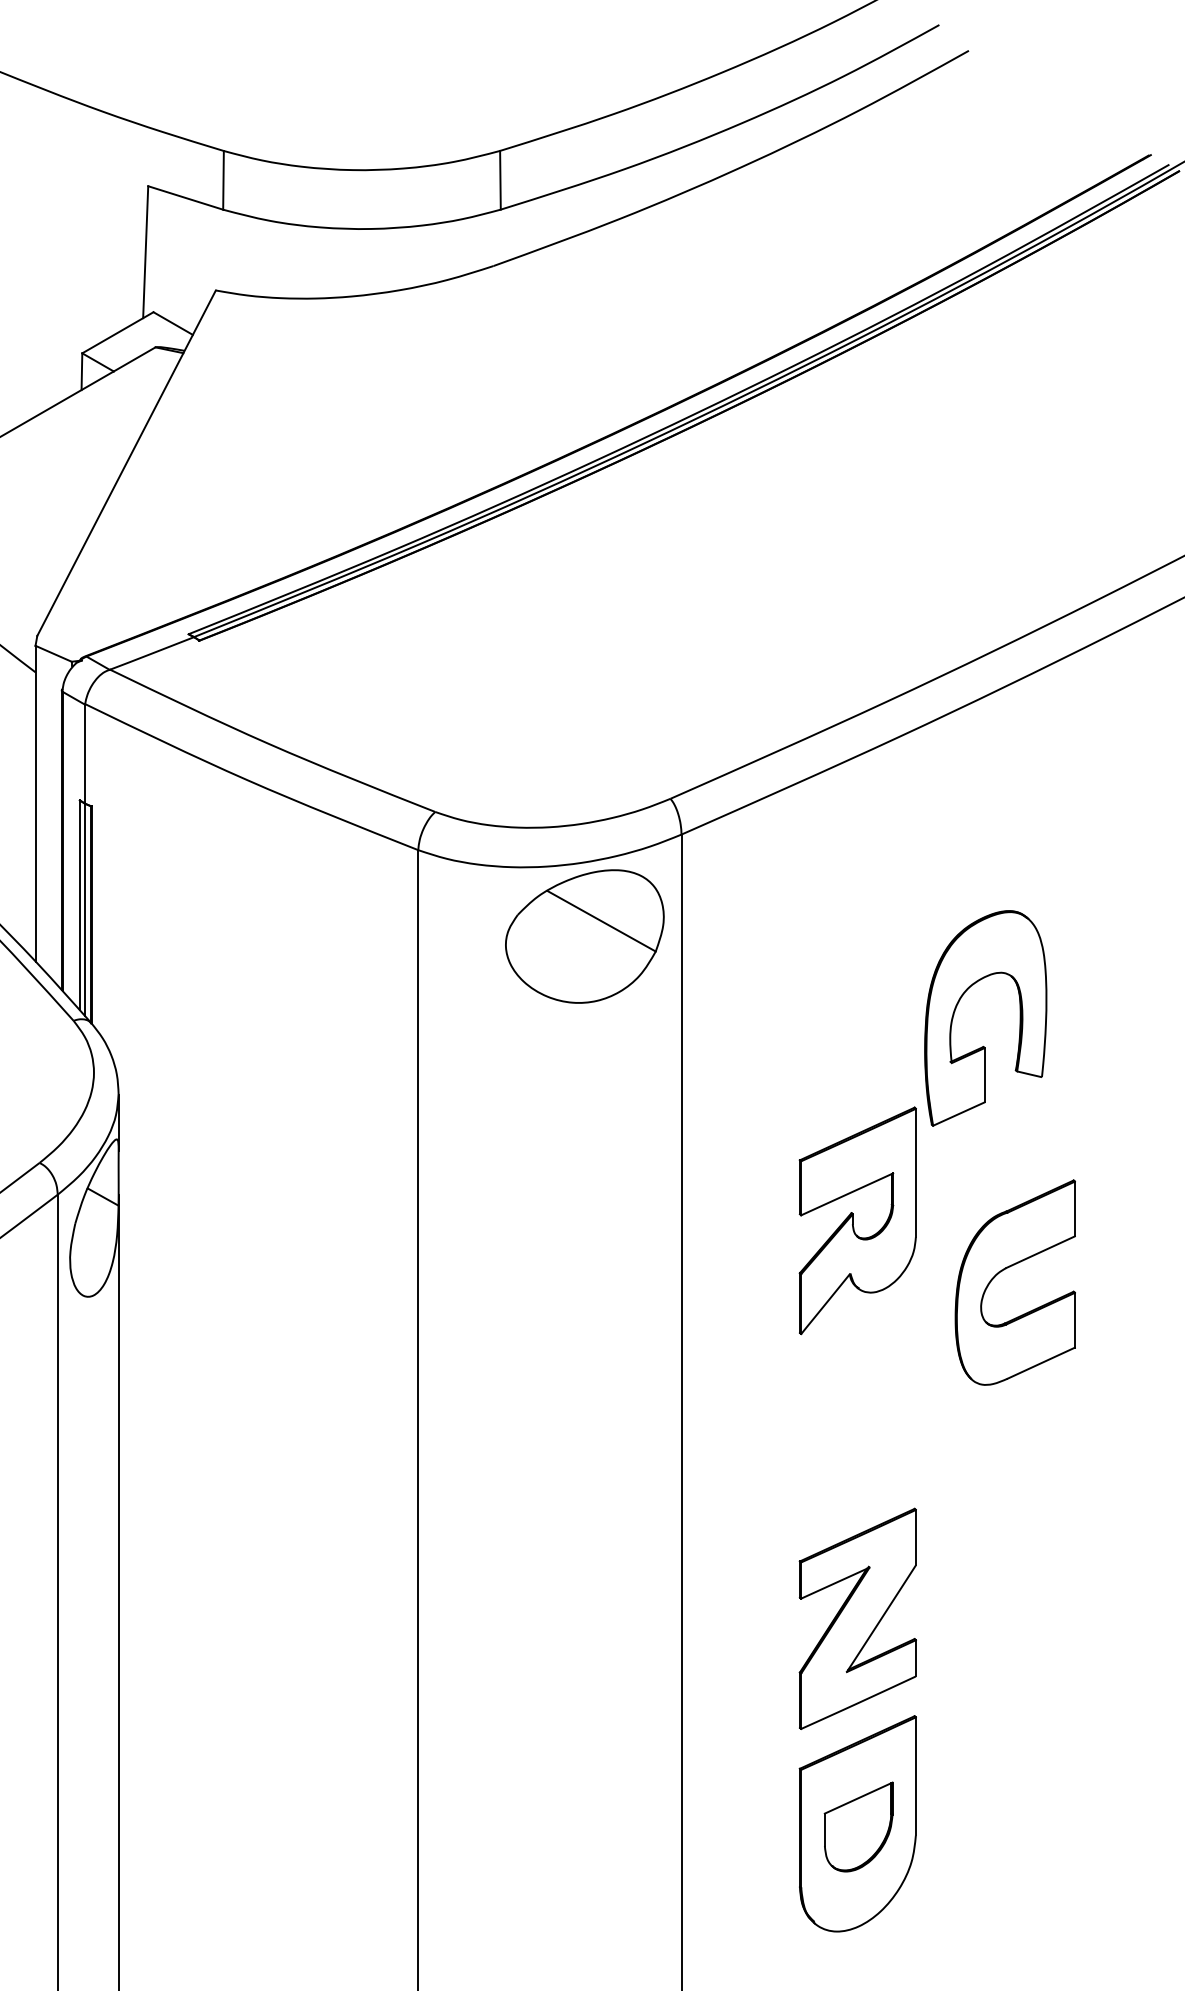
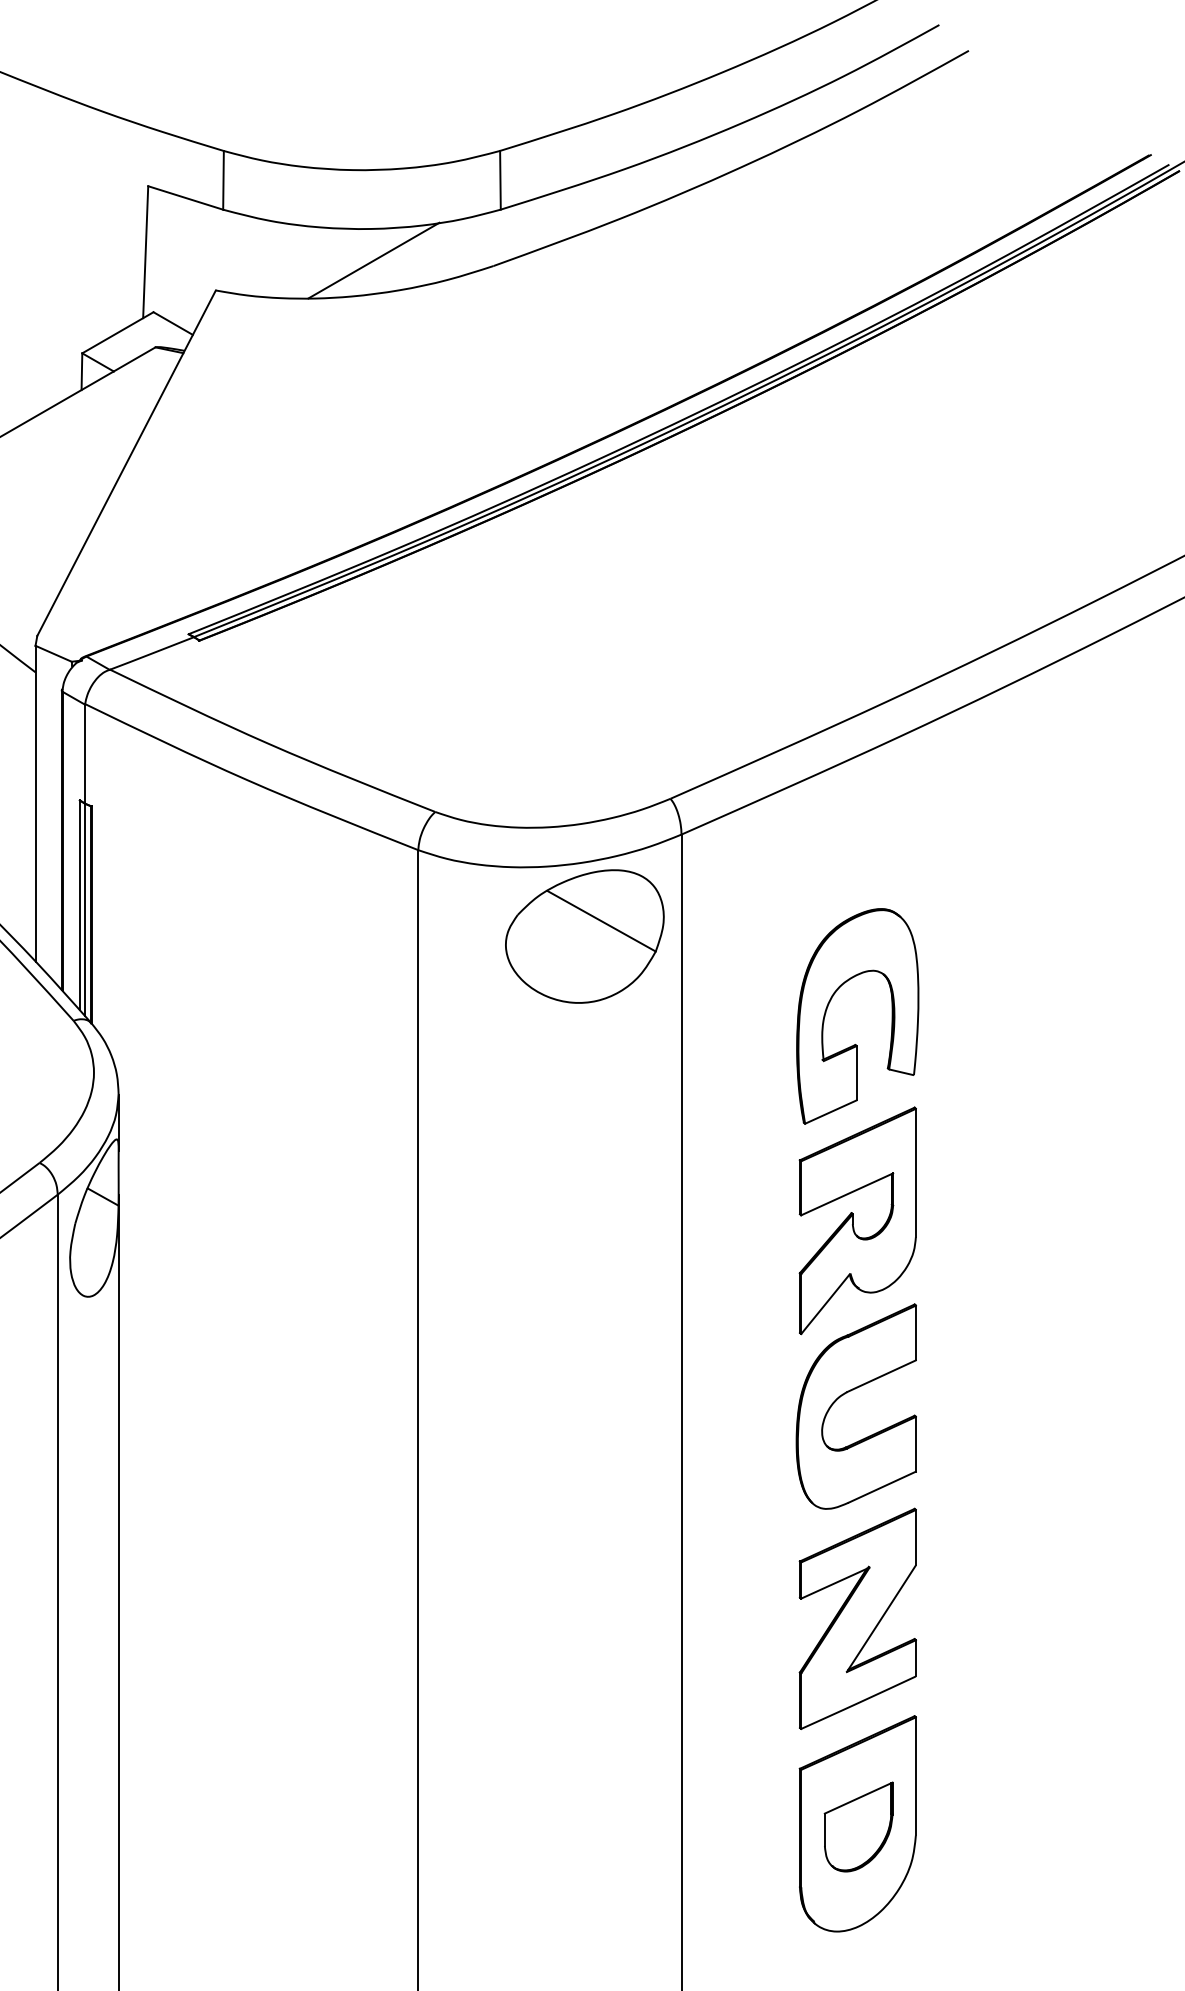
line at (373, 260): none -> present
part at (984, 1046) position: (984, 1046) -> (856, 1044)
part at (1006, 1269) position: (1006, 1269) -> (847, 1393)
